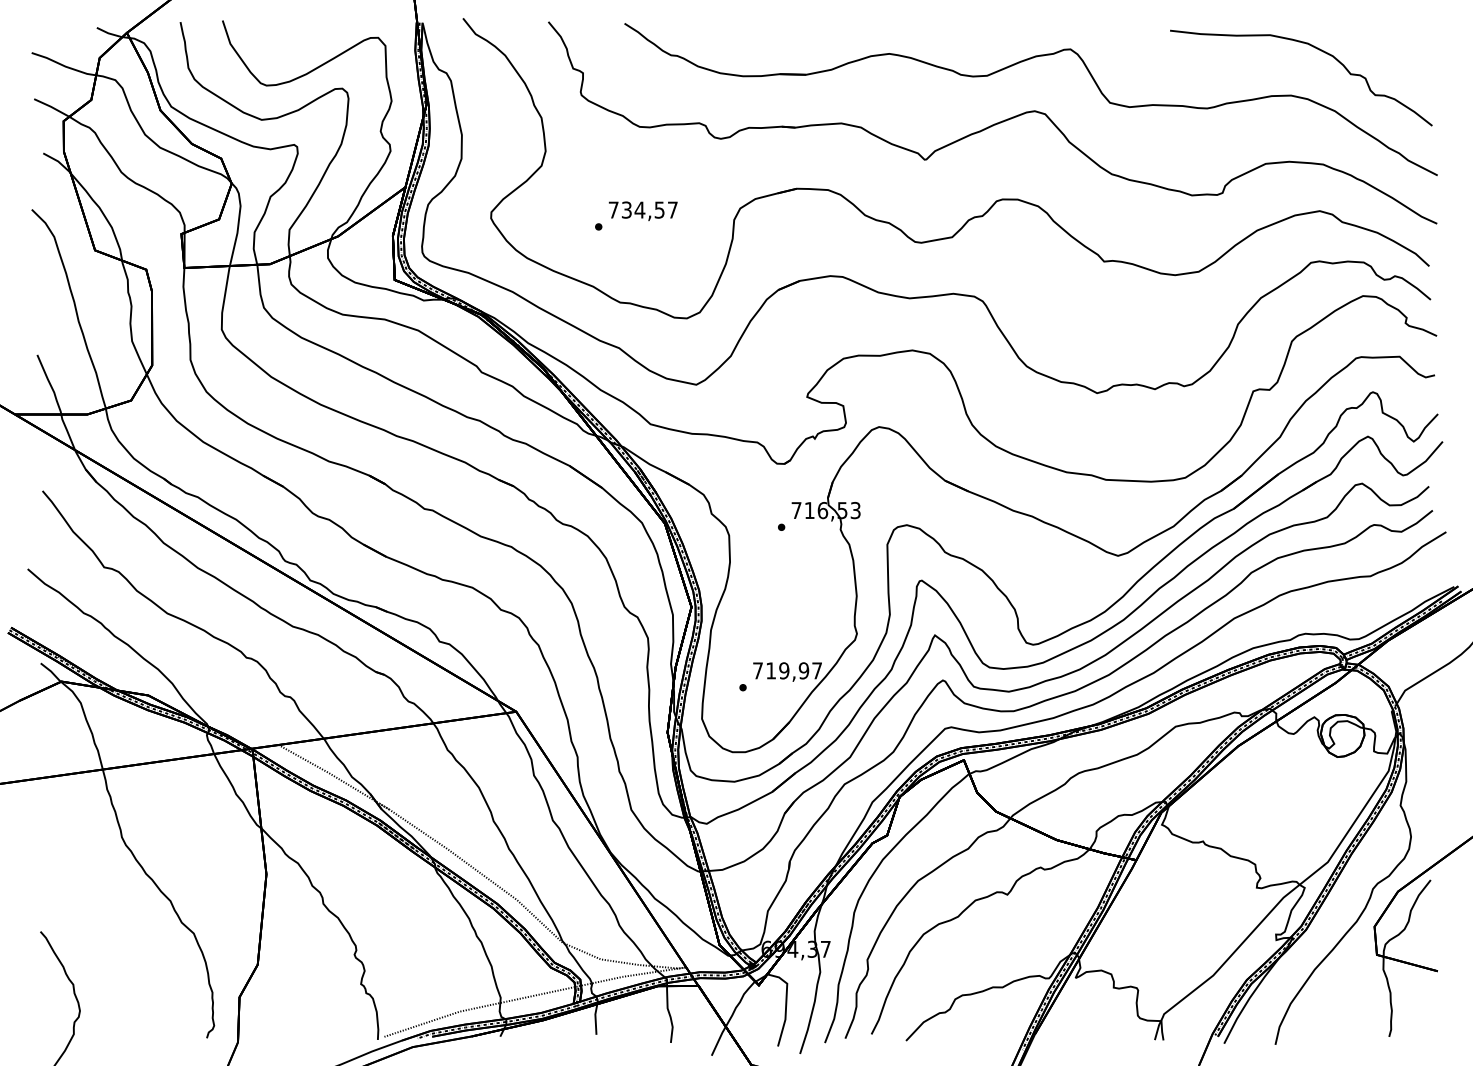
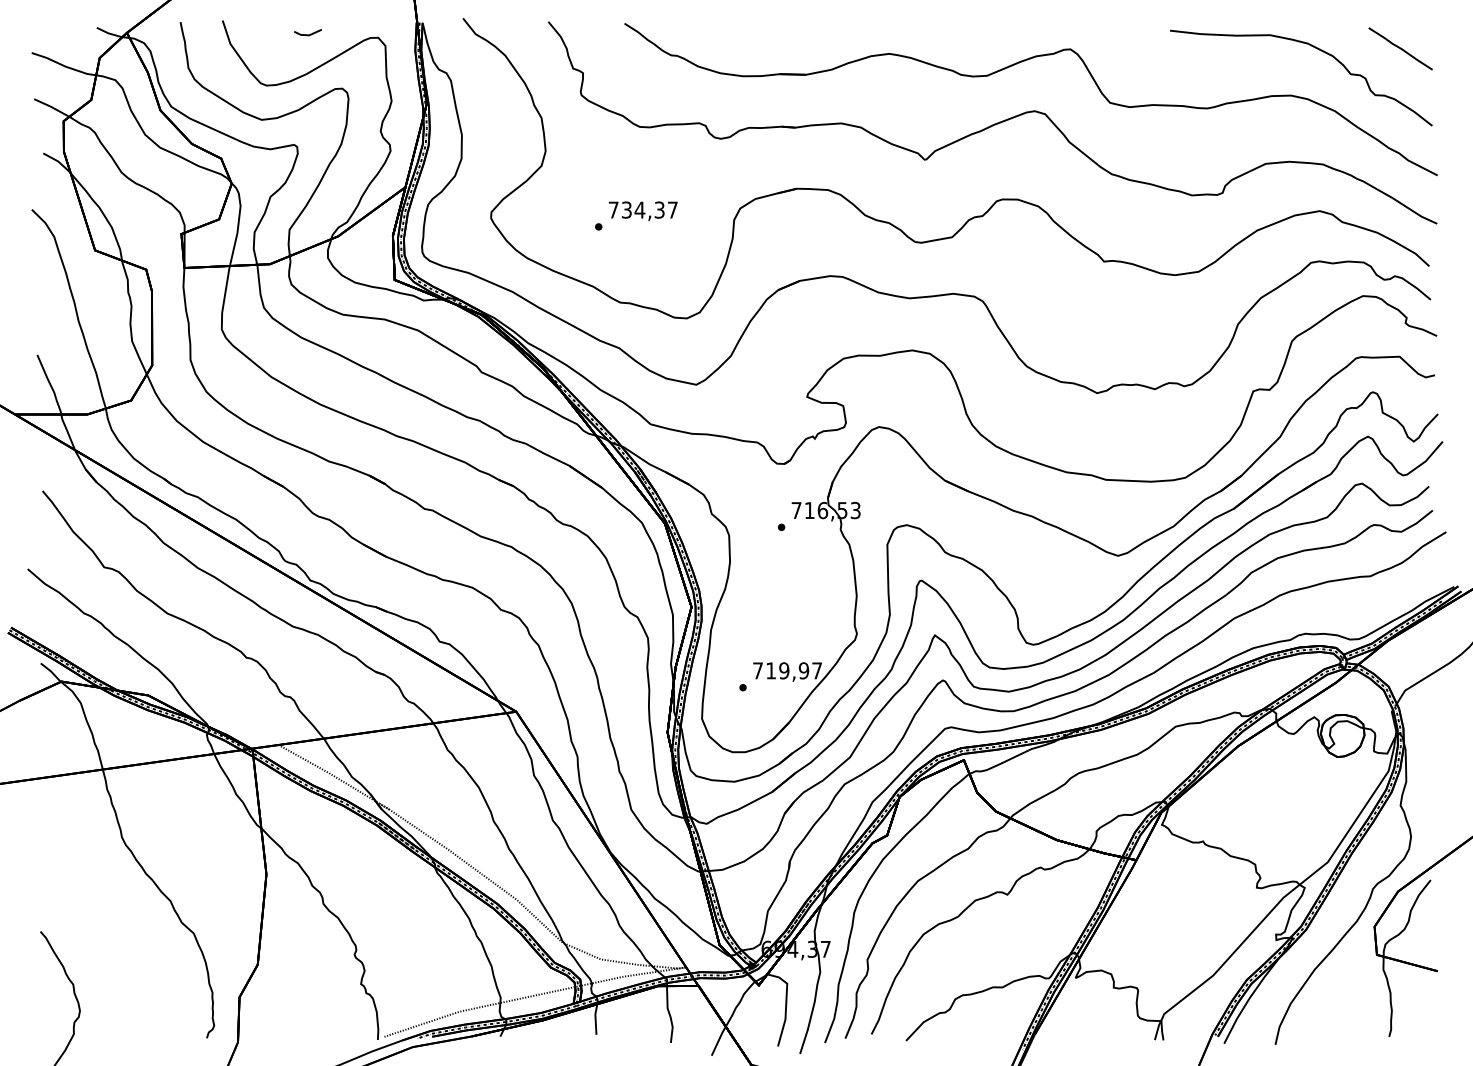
line at (307, 34): none -> present
line at (1400, 48): none -> present
text at (659, 209): 734,57 -> 734,37
